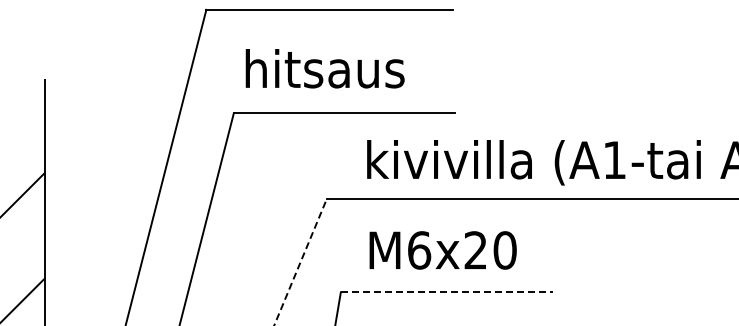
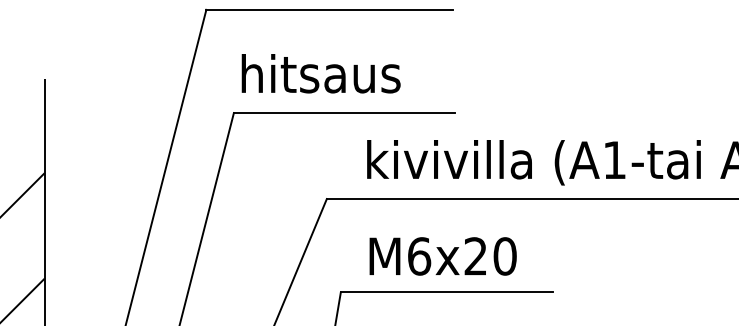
text at (324, 68) position: (324, 68) -> (320, 73)
text at (442, 250) position: (442, 250) -> (442, 256)
line at (300, 261): dashed -> solid
line at (446, 292): dashed -> solid
